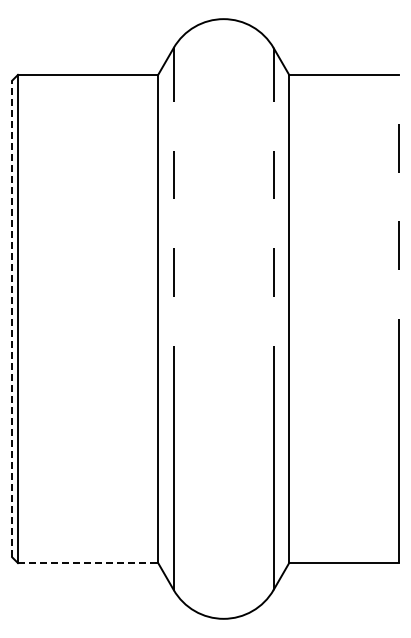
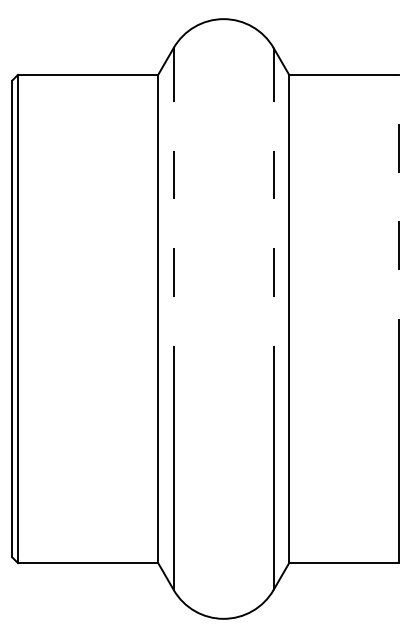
line at (12, 318): dashed -> solid
line at (88, 563): dashed -> solid
